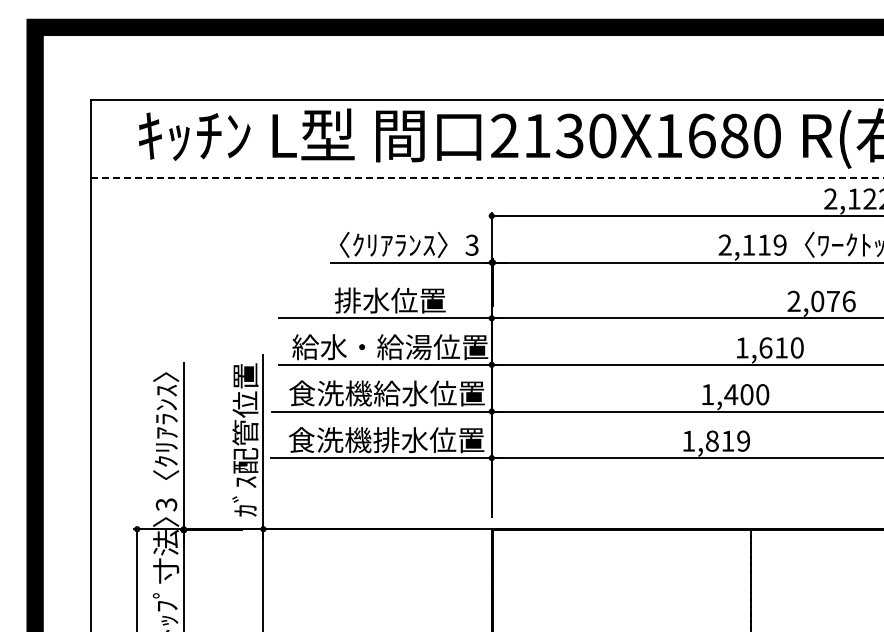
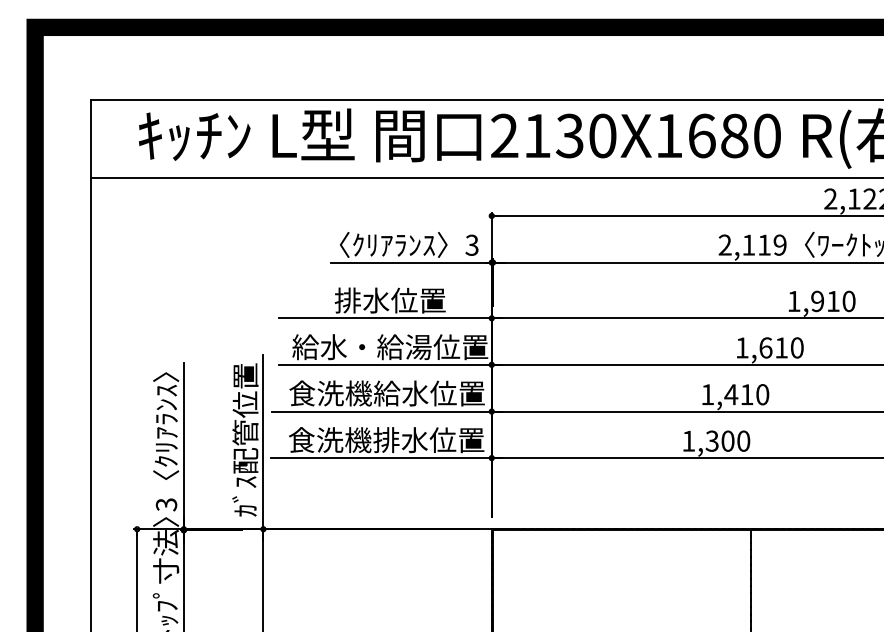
line at (487, 178): dashed -> solid
text at (821, 301): 2,076 -> 1,910
text at (746, 394): 1,400 -> 1,410
text at (727, 440): 1,819 -> 1,300
